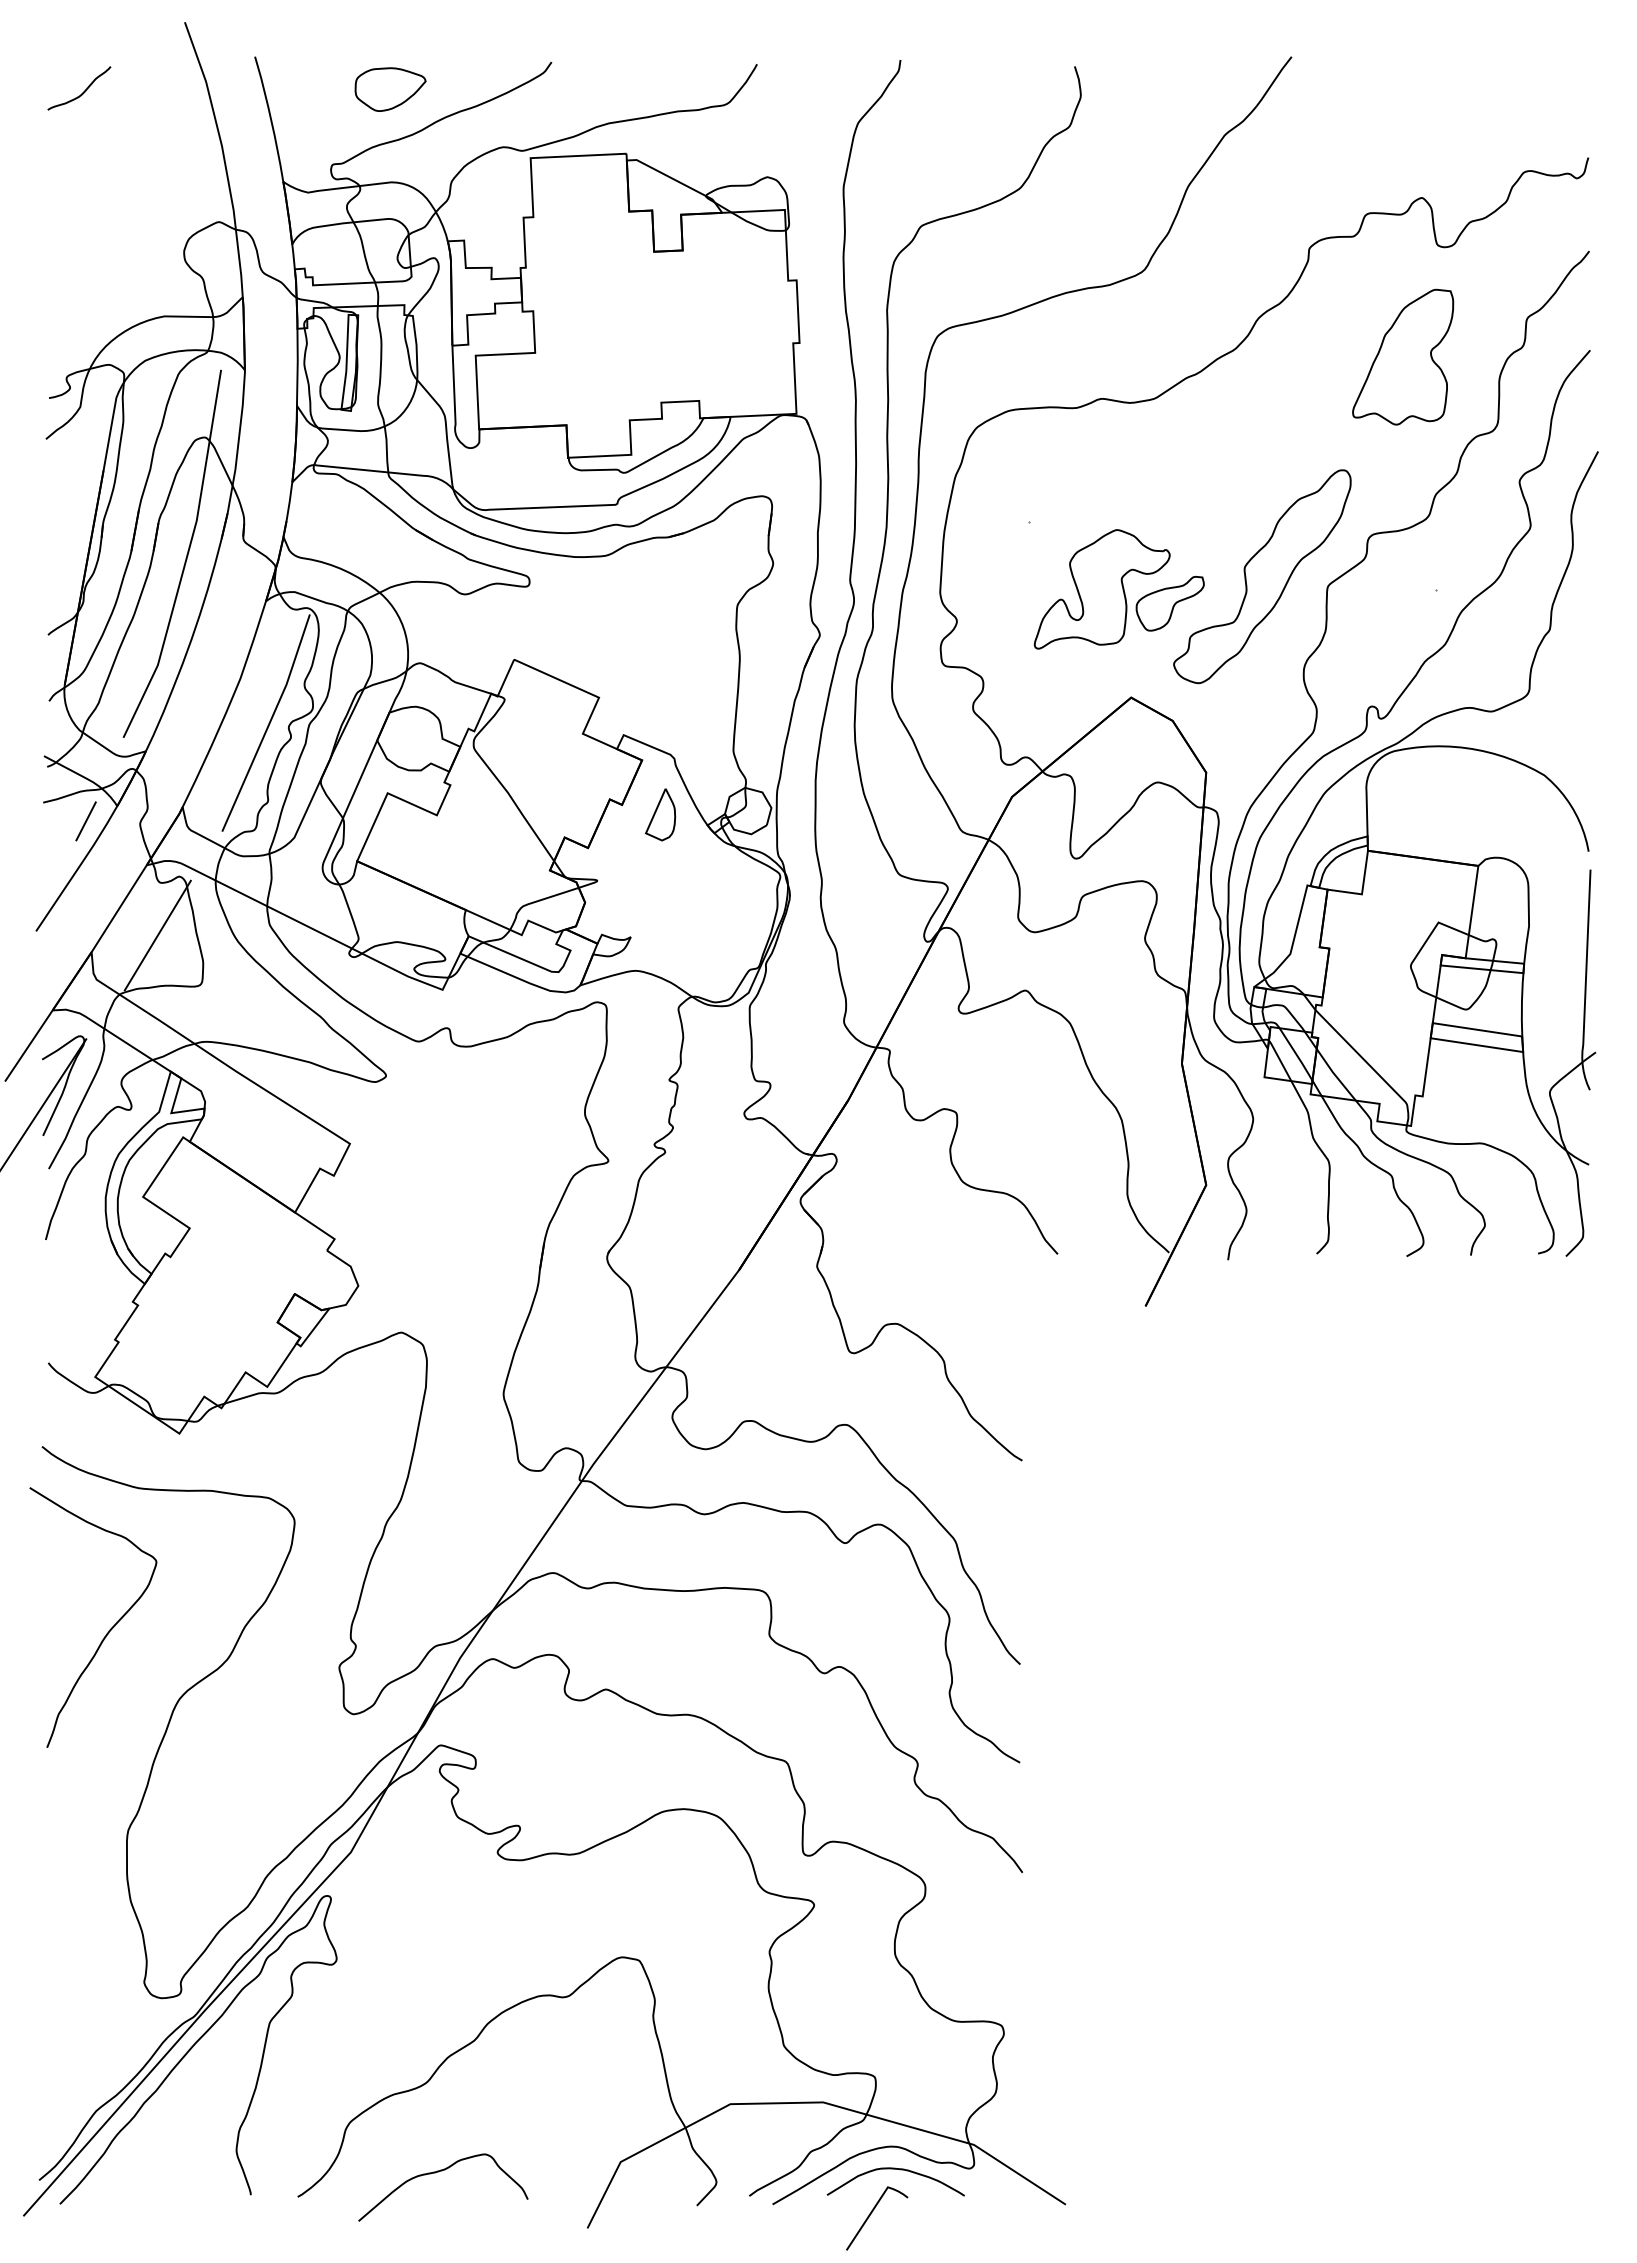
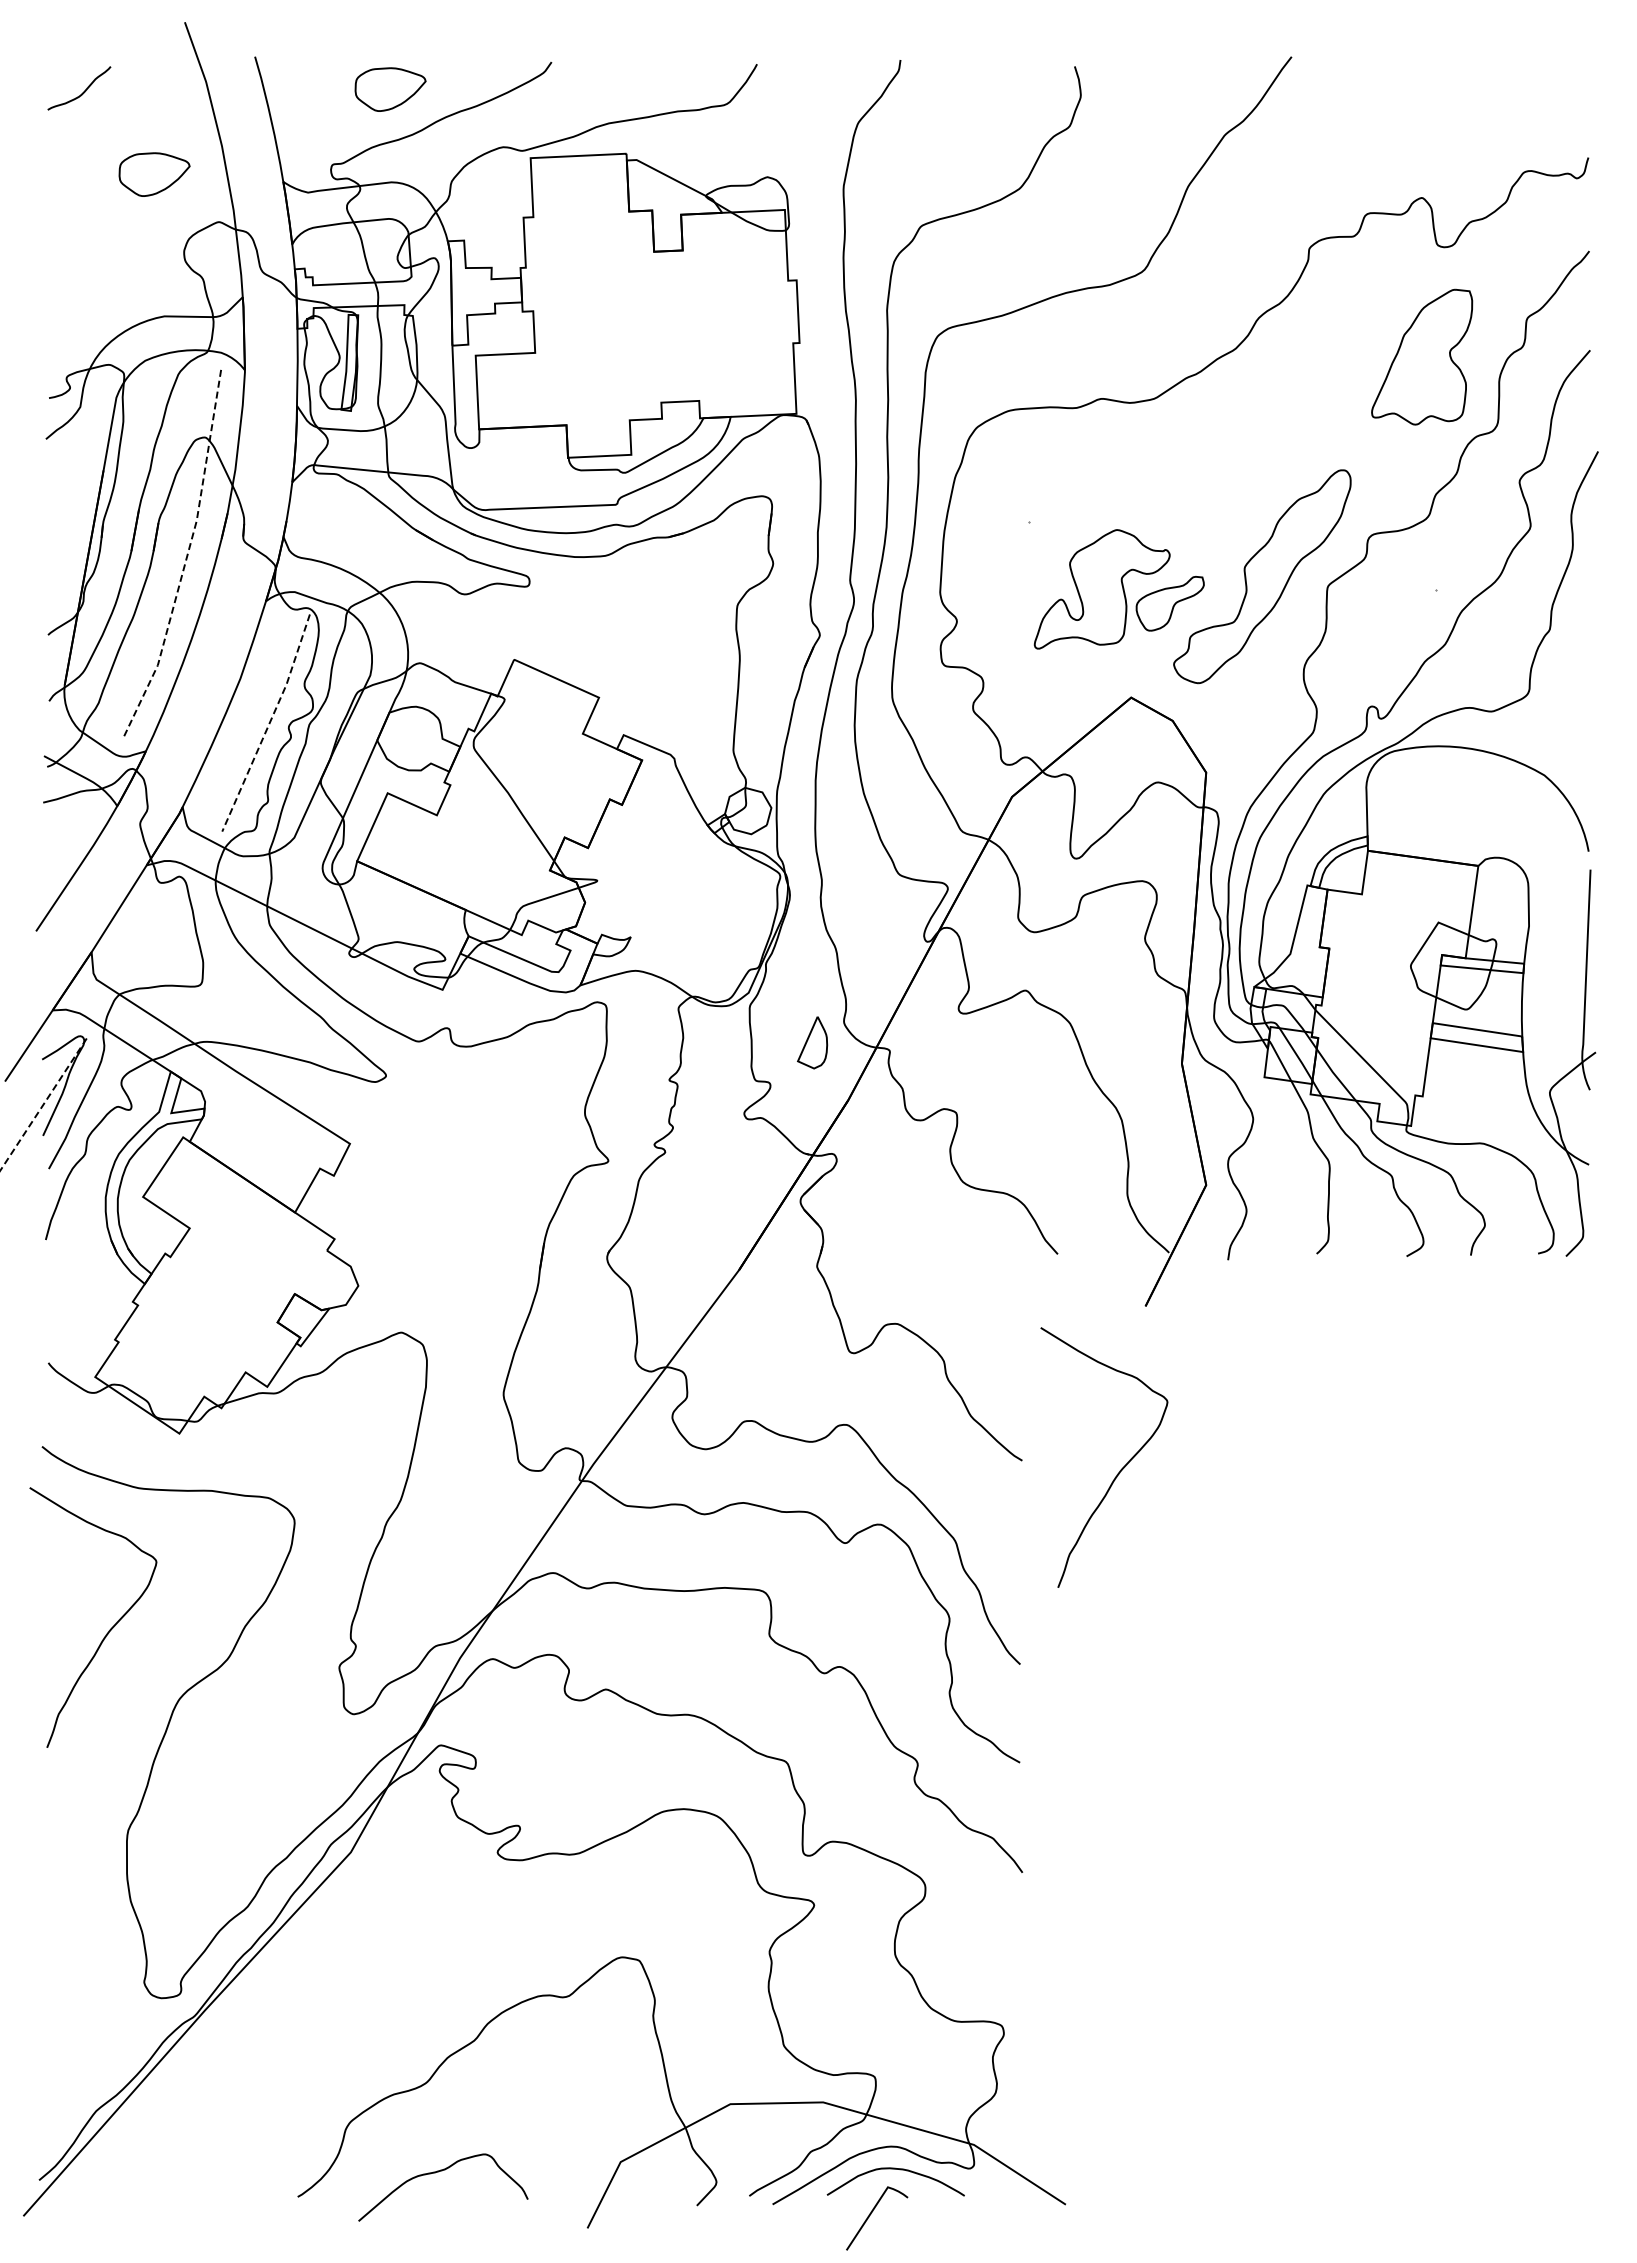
part at (154, 174): none -> present
part at (1403, 356) position: (1403, 356) -> (1422, 356)
line at (186, 558): solid -> dashed
line at (269, 723): solid -> dashed
part at (660, 814) position: (660, 814) -> (812, 1042)
line at (85, 821): present -> none
line at (157, 935): present -> none
line at (43, 1105): solid -> dashed
curve at (1119, 1470): none -> present
curve at (193, 2047): present -> none
